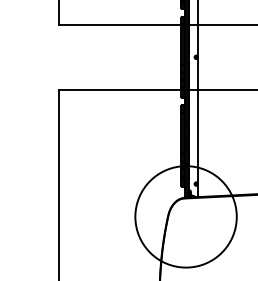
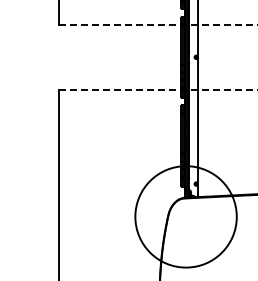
line at (158, 24): solid -> dashed
line at (158, 90): solid -> dashed
